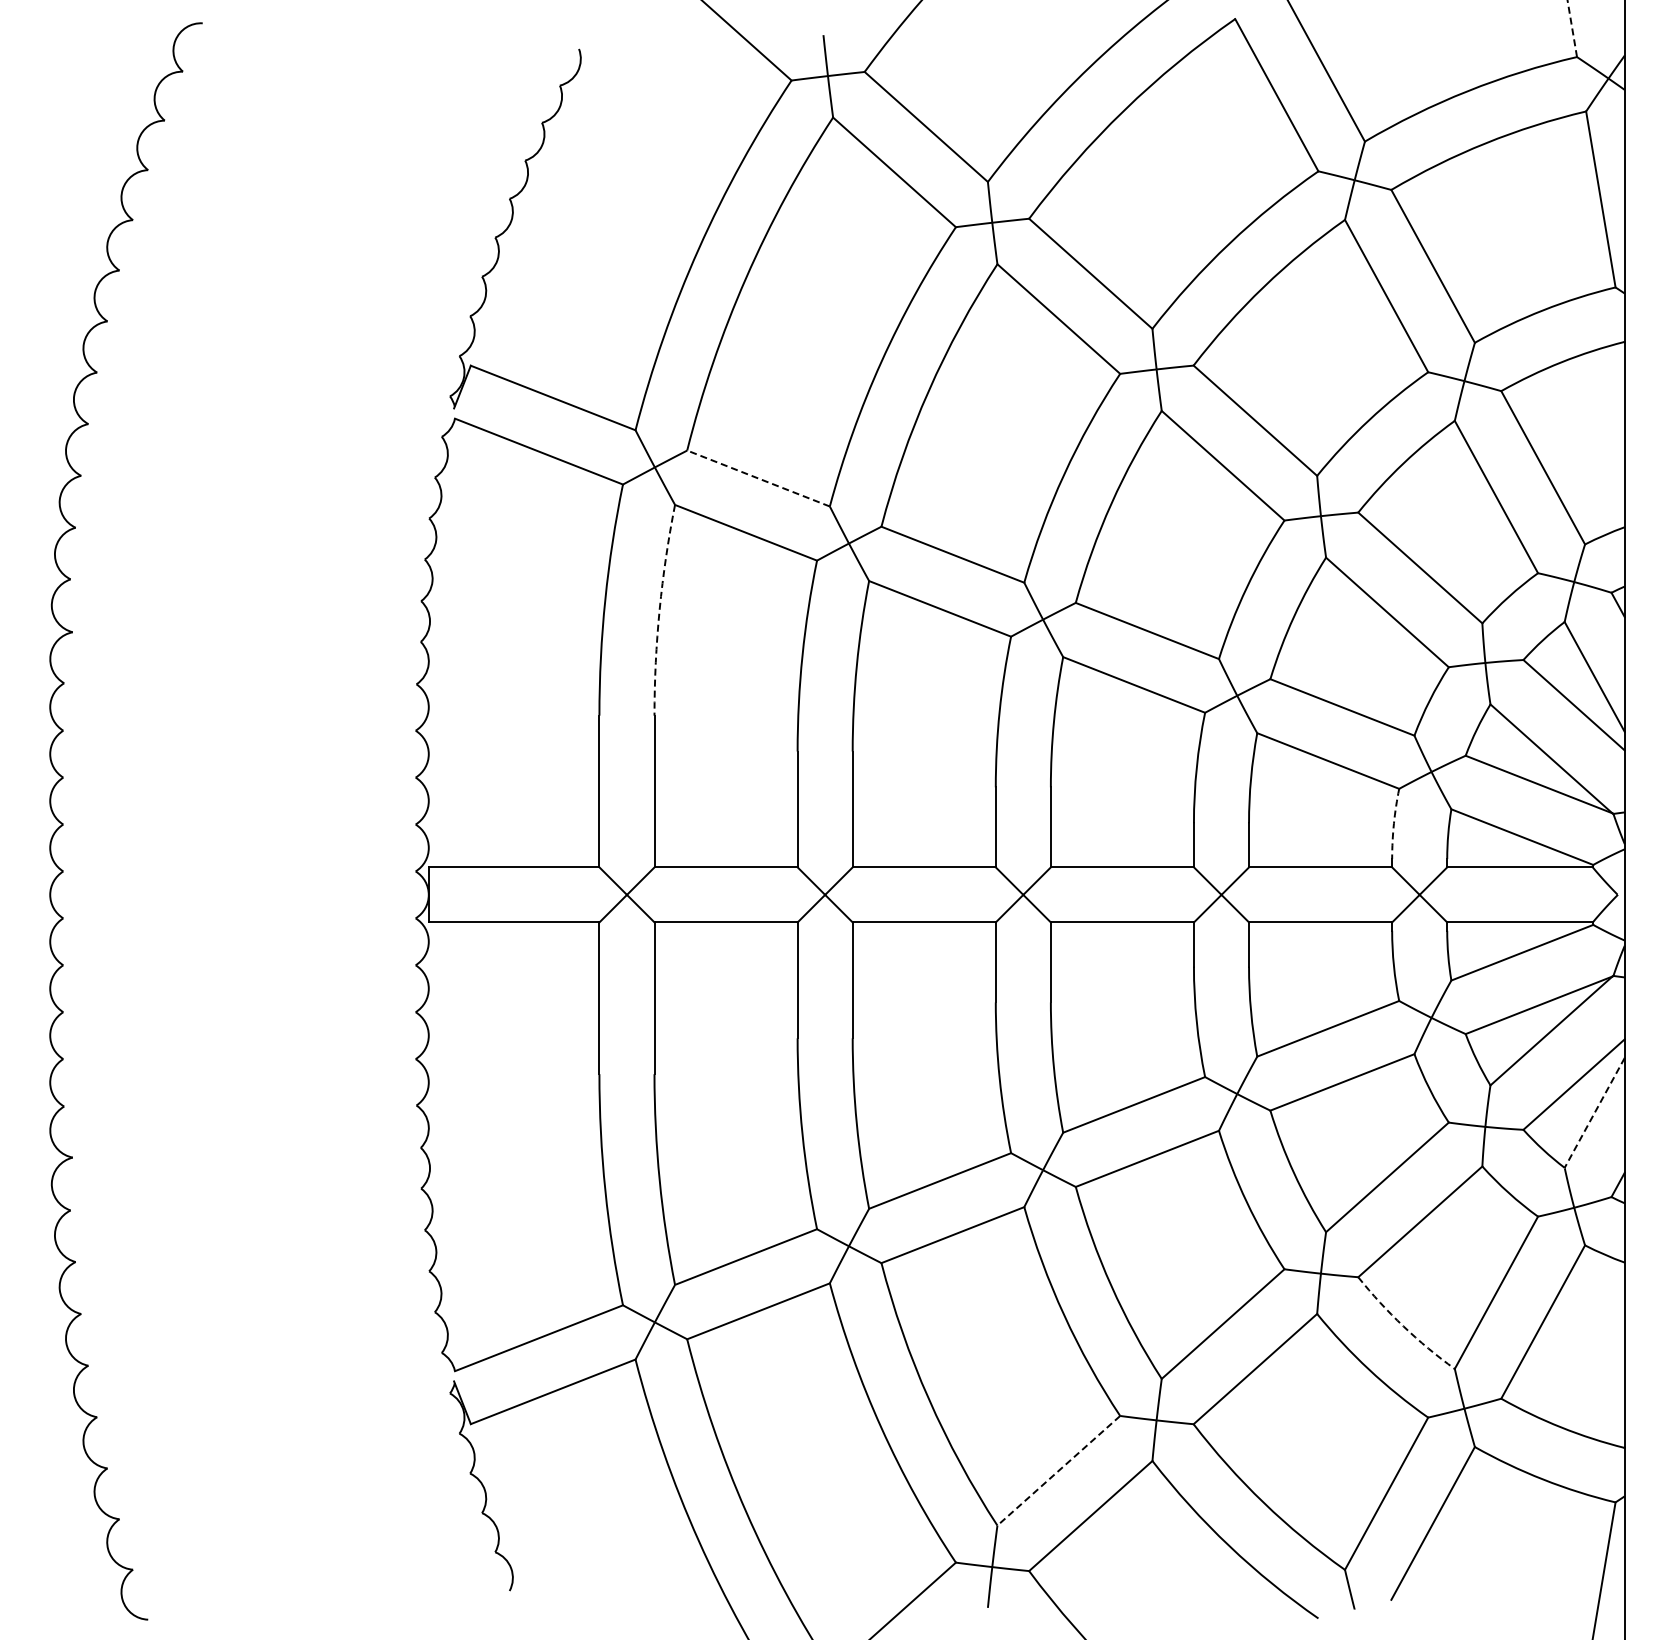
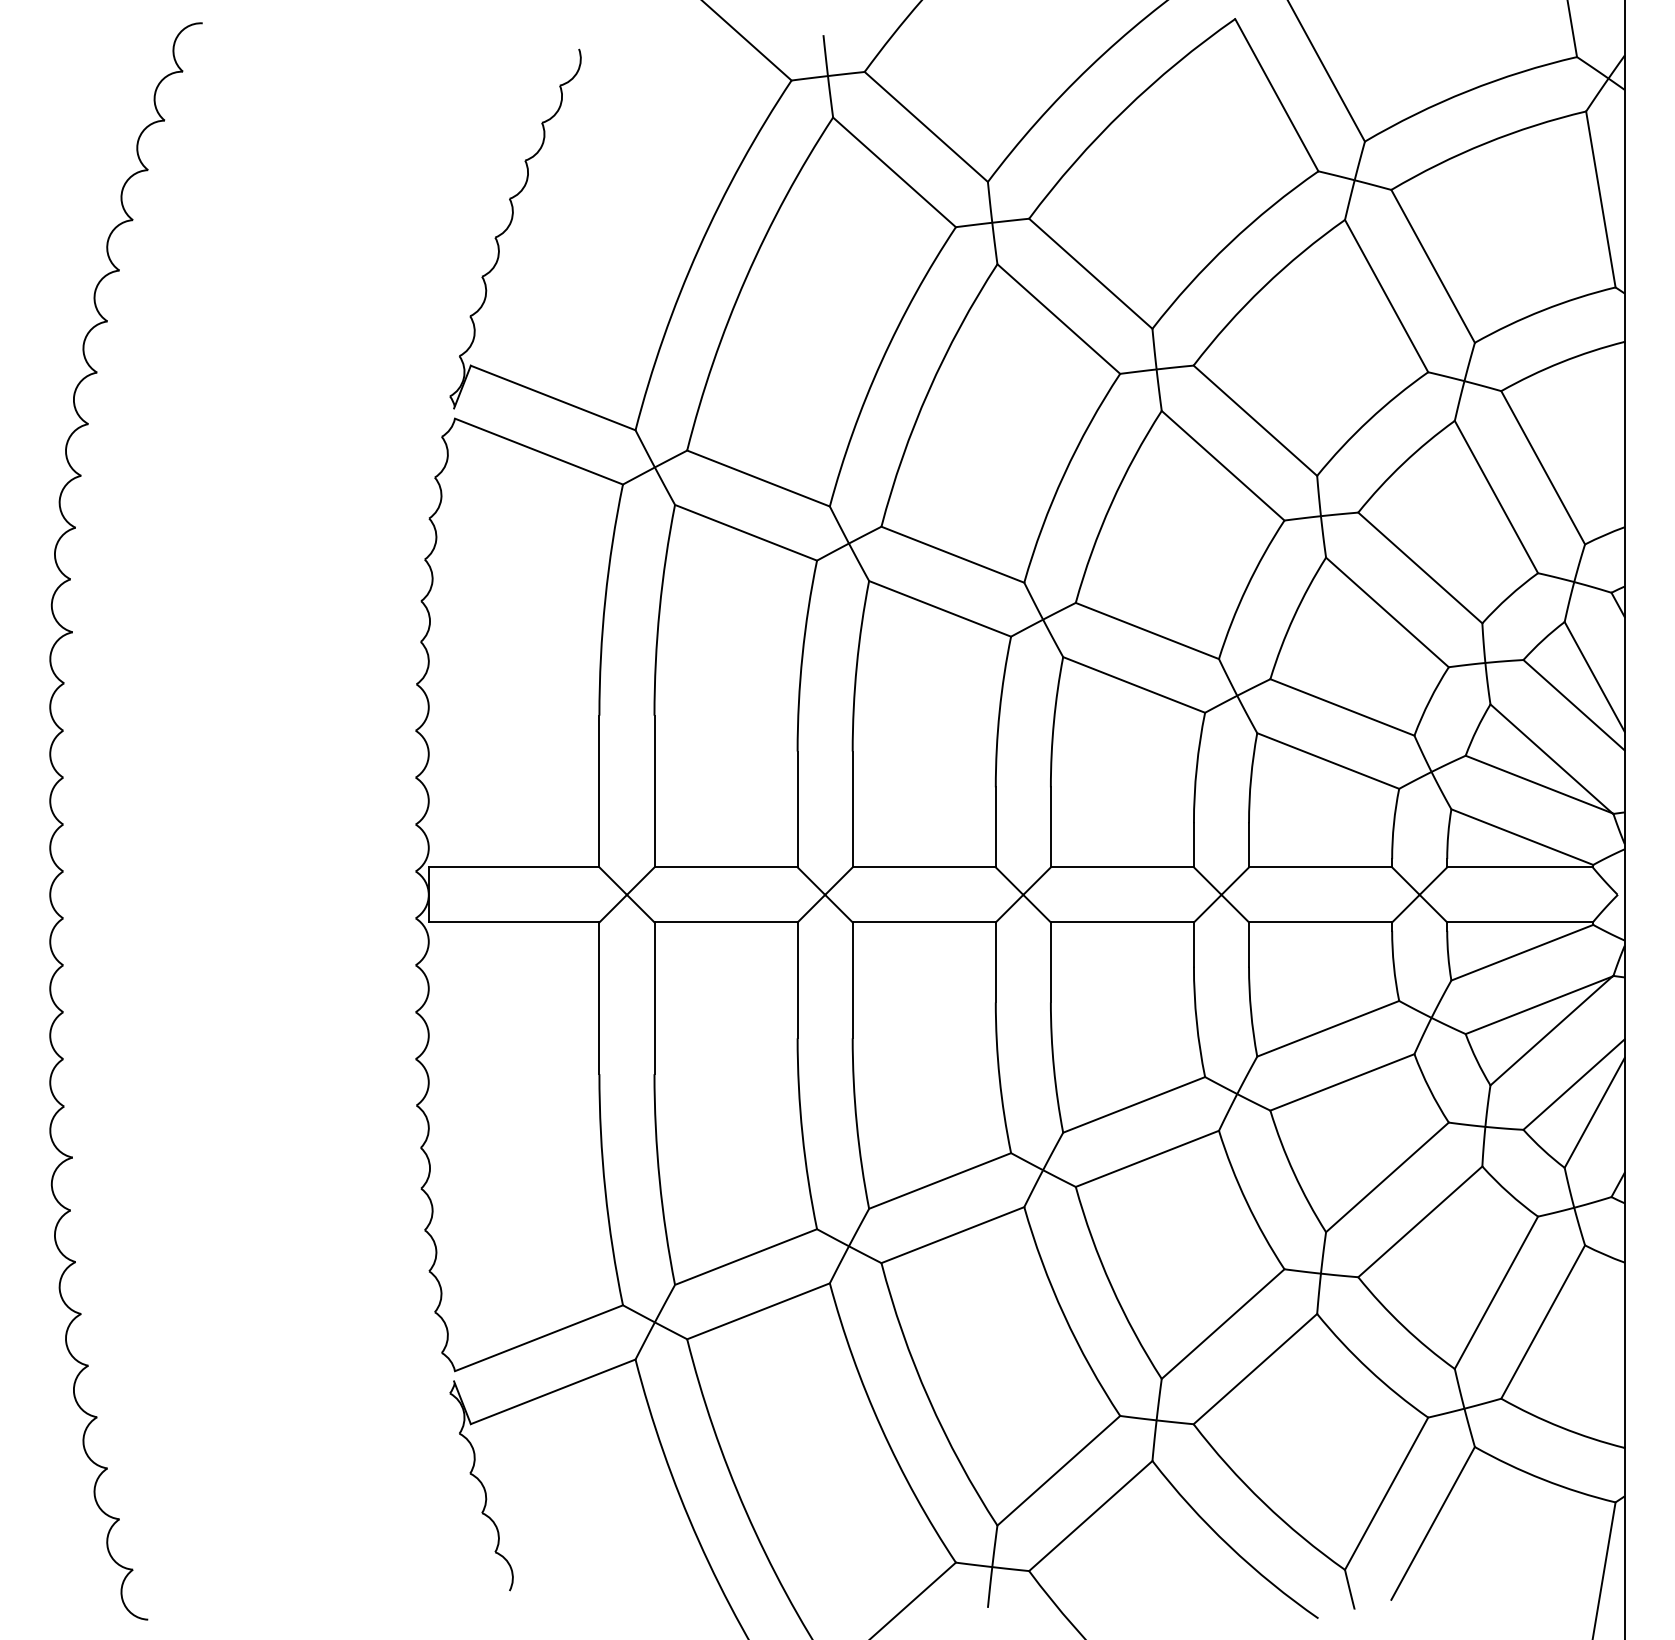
line at (1572, 28): dashed -> solid
line at (758, 478): dashed -> solid
arc at (659, 609): dashed -> solid
arc at (1393, 823): dashed -> solid
line at (1594, 1112): dashed -> solid
arc at (1403, 1326): dashed -> solid
line at (1058, 1471): dashed -> solid
